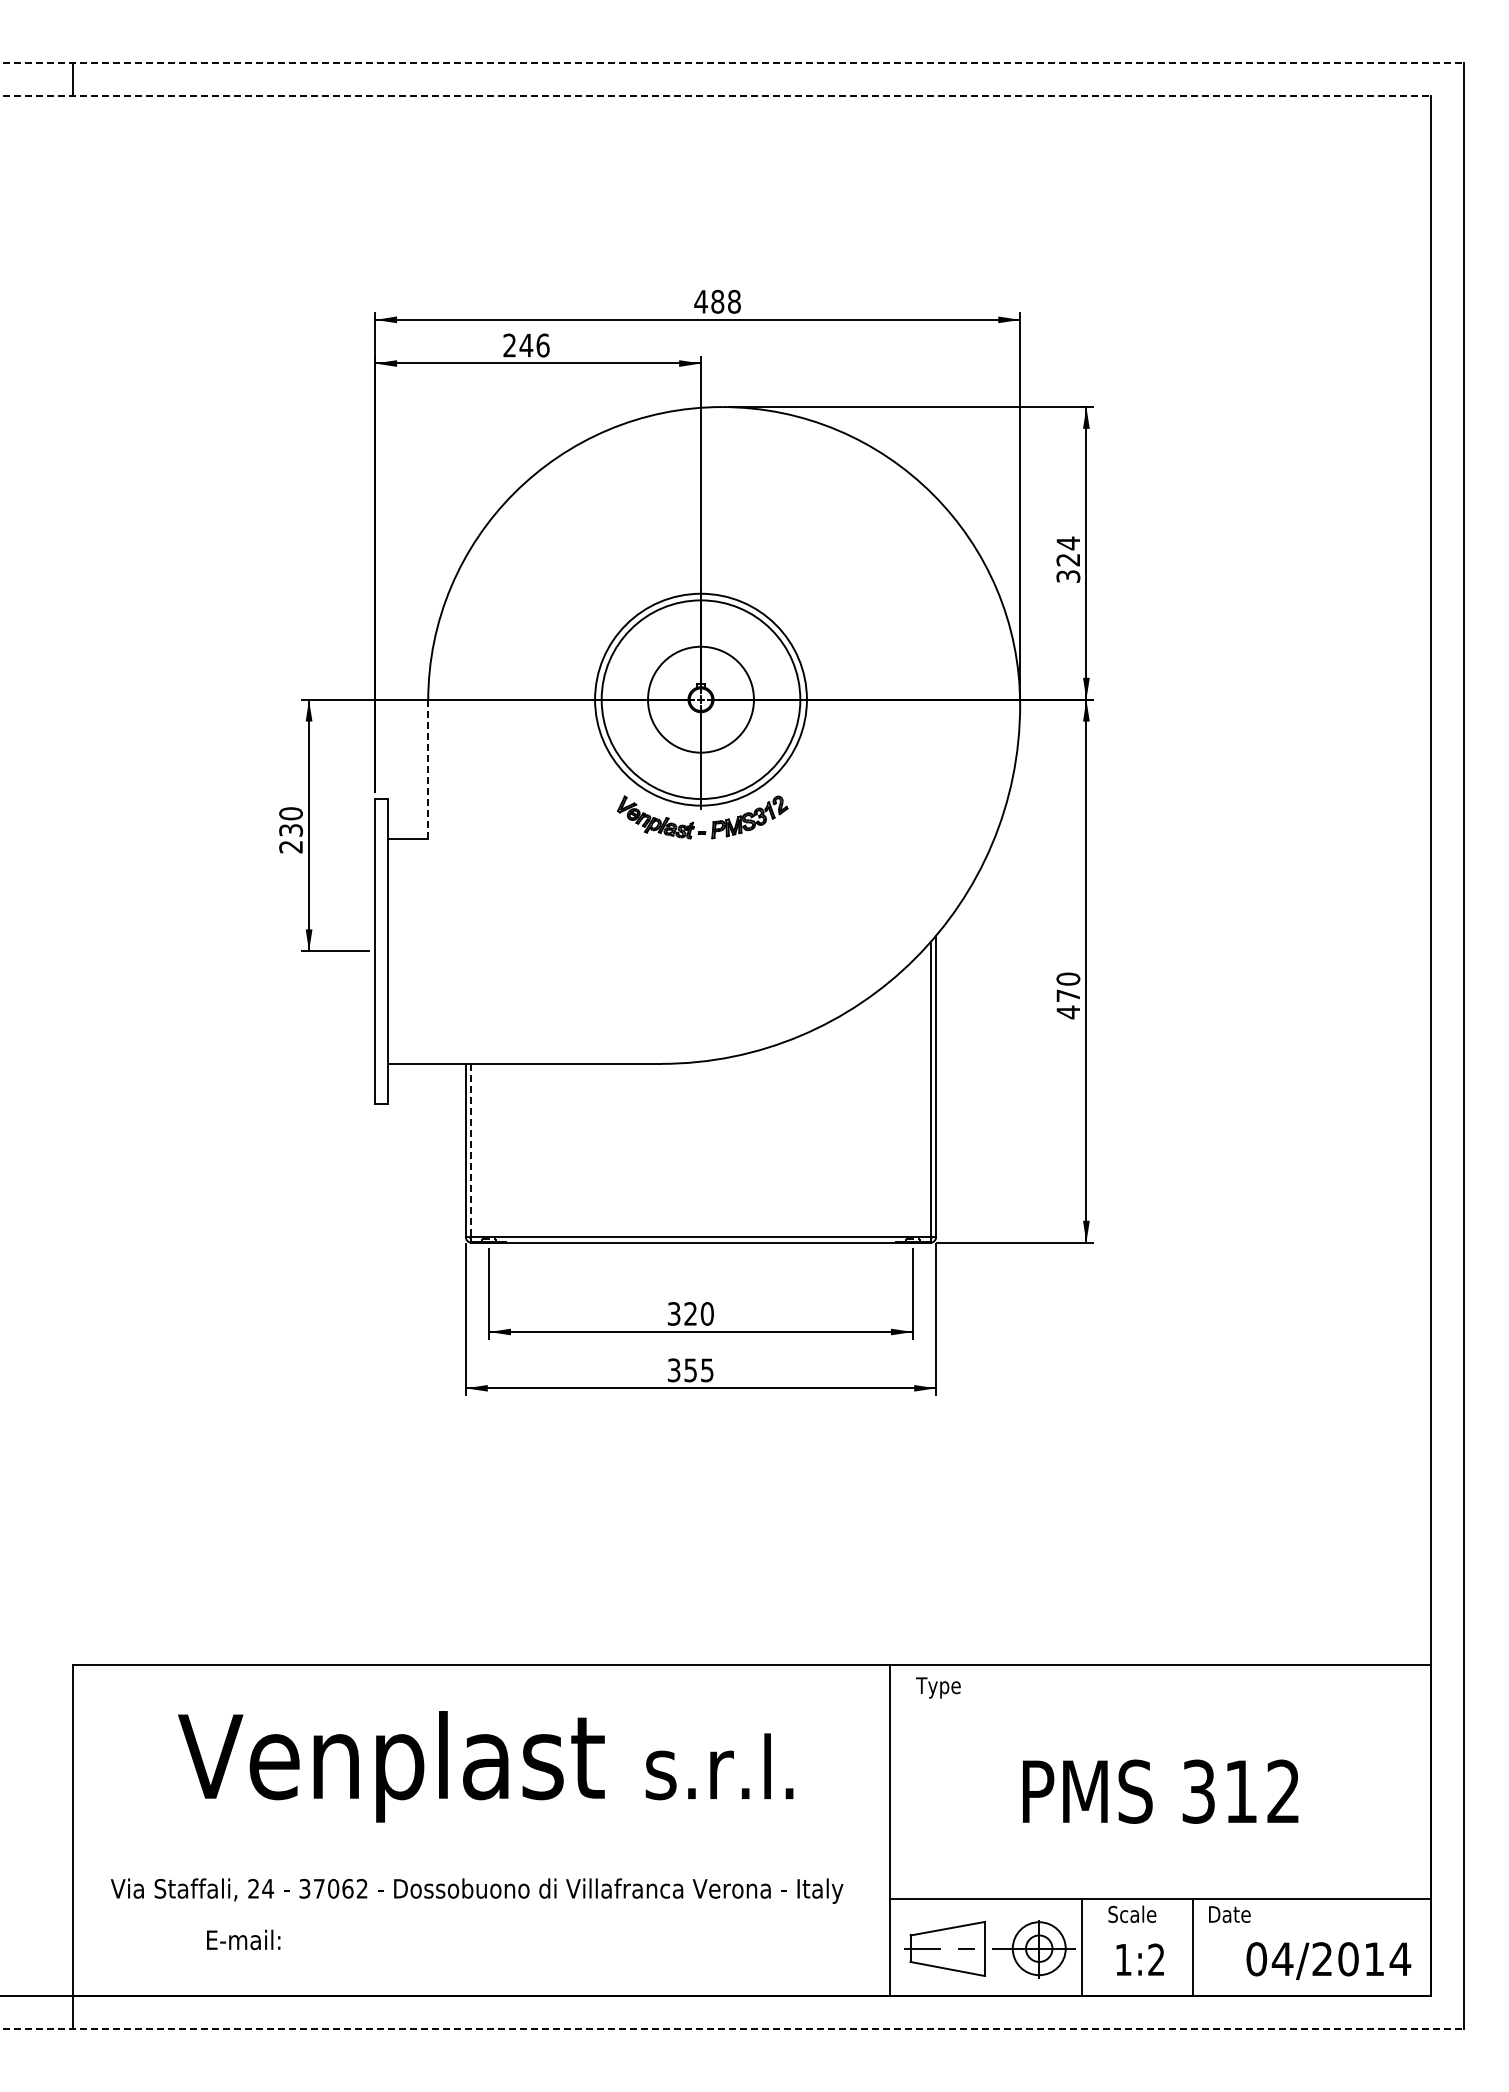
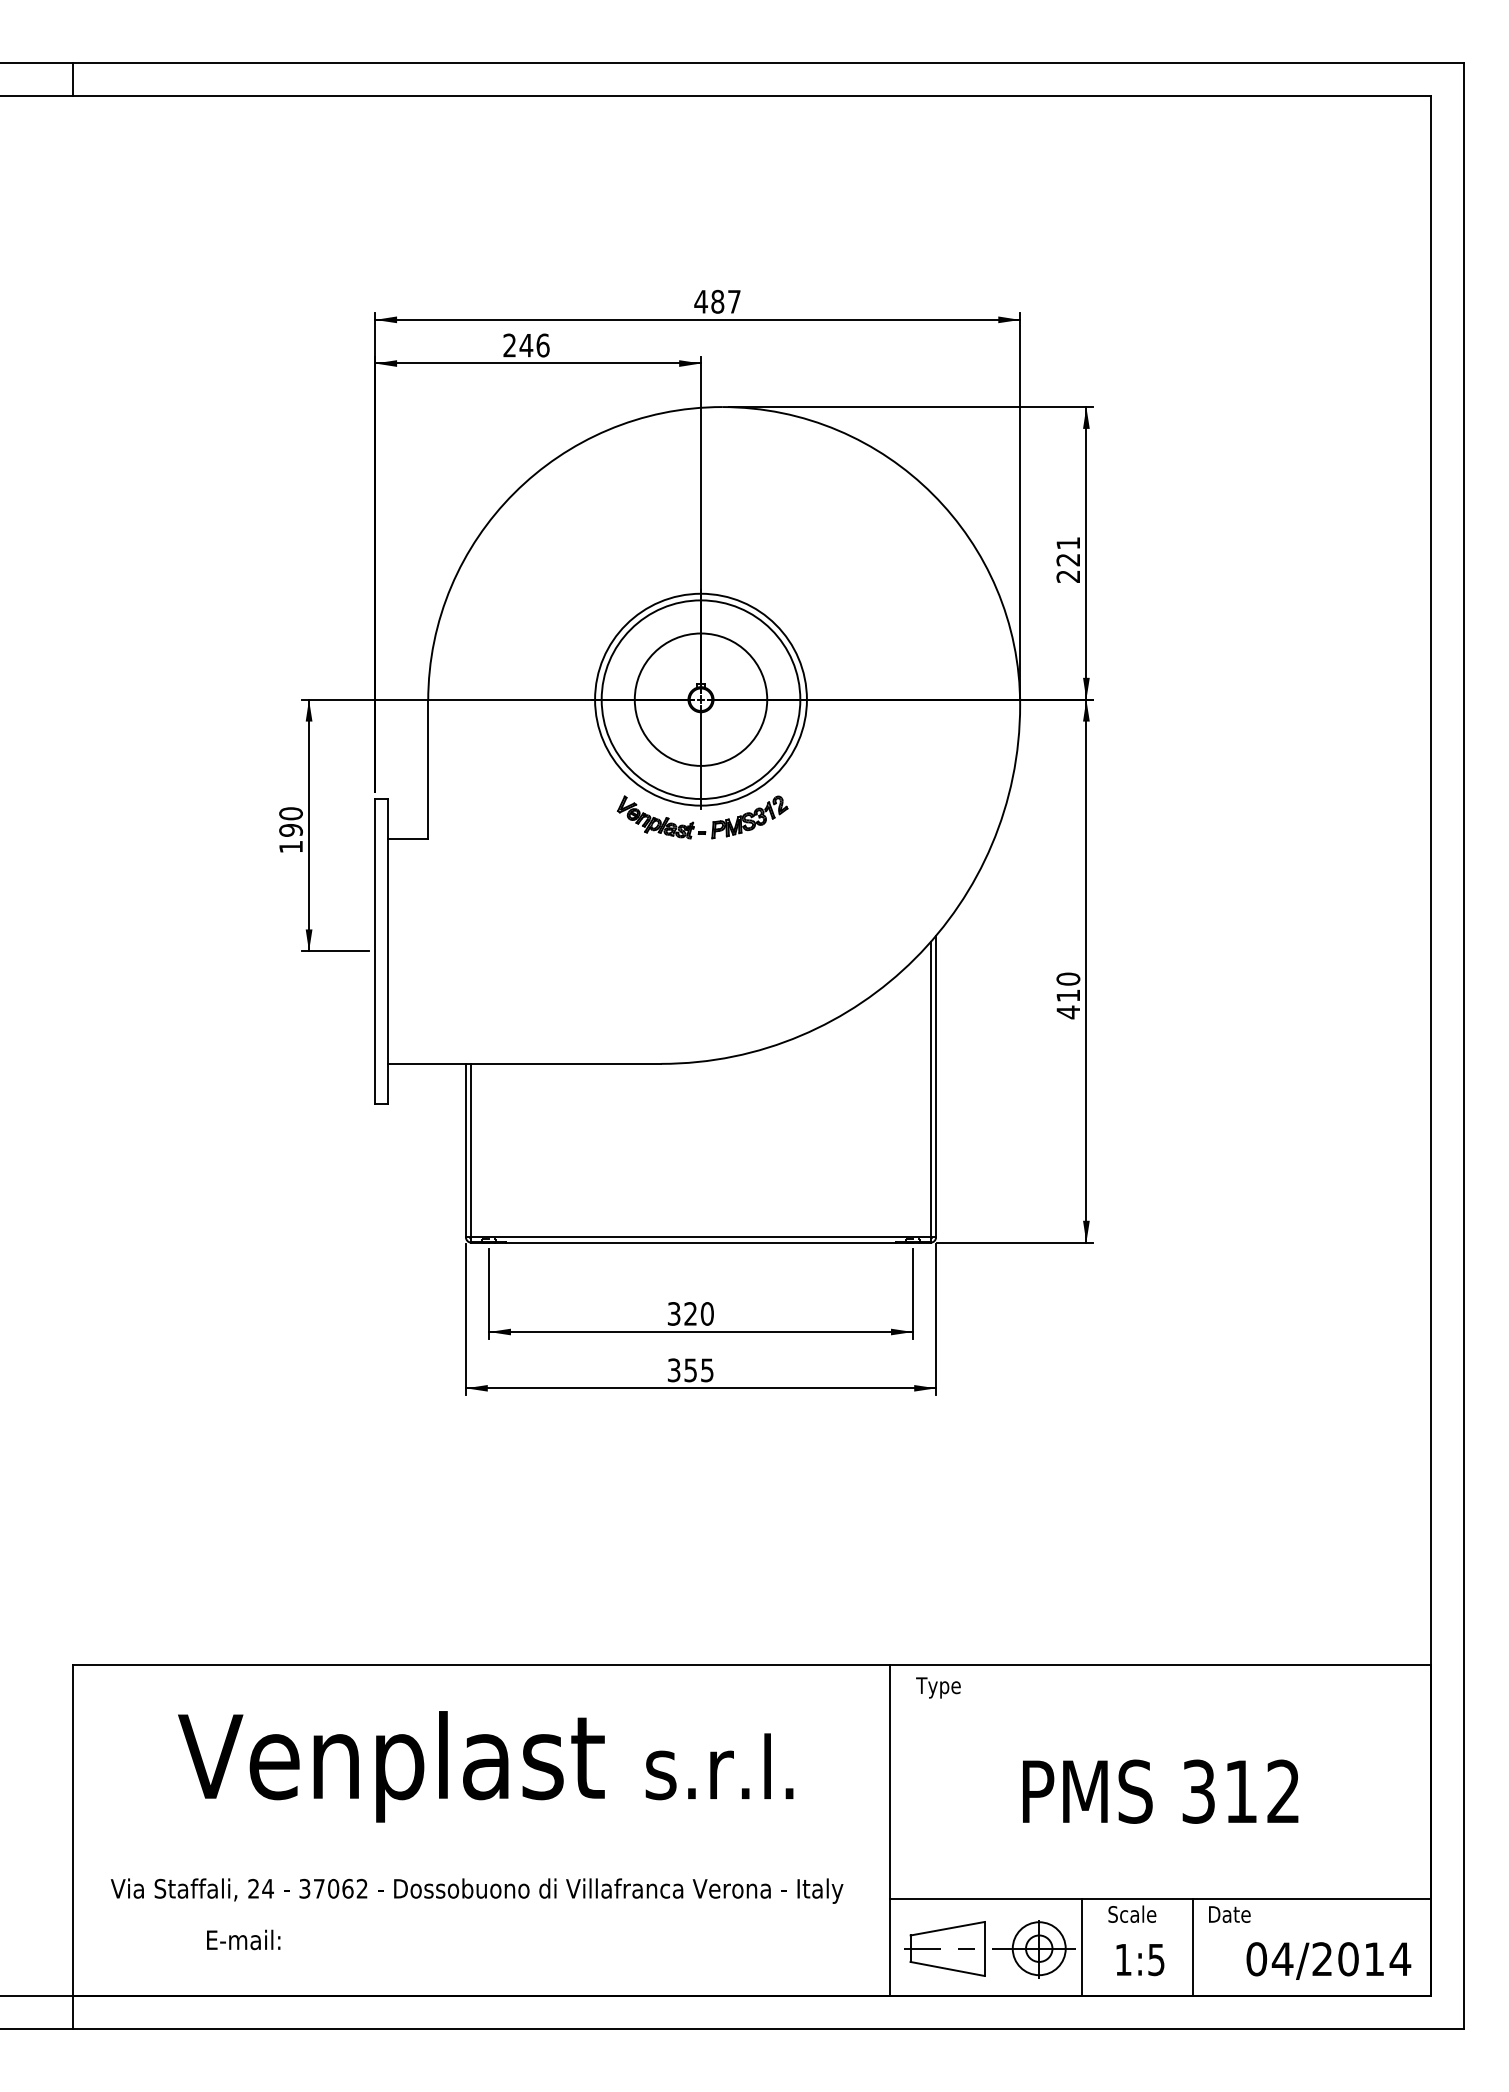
line at (732, 62): dashed -> solid
line at (715, 95): dashed -> solid
text at (734, 301): 488 -> 487
text at (1068, 559): 324 -> 221
circle at (700, 699) diameter: 106 px -> 132 px
line at (428, 769): dashed -> solid
text at (290, 838): 230 -> 190
text at (1067, 995): 470 -> 410
line at (471, 1150): dashed -> solid
text at (1156, 1959): 1:2 -> 1:5
line at (732, 2029): dashed -> solid
